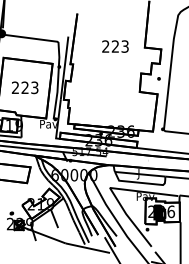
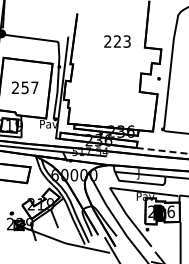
text at (115, 46) position: (115, 46) -> (117, 41)
text at (29, 87): 223 -> 257
line at (162, 150): solid -> dashed
